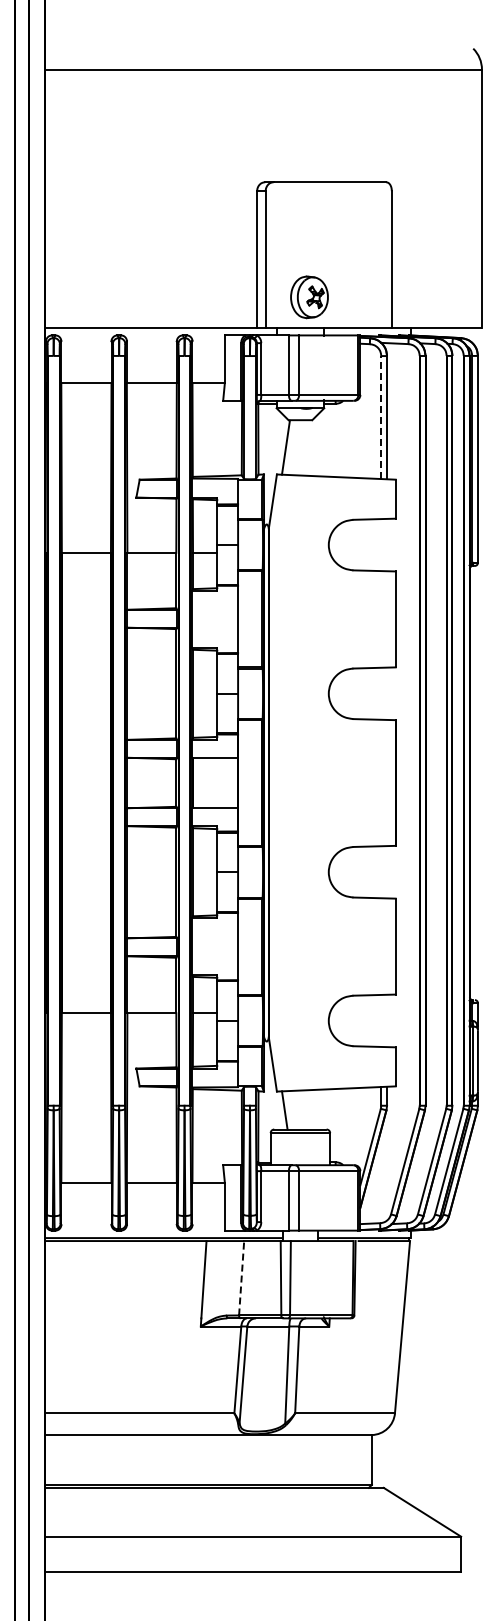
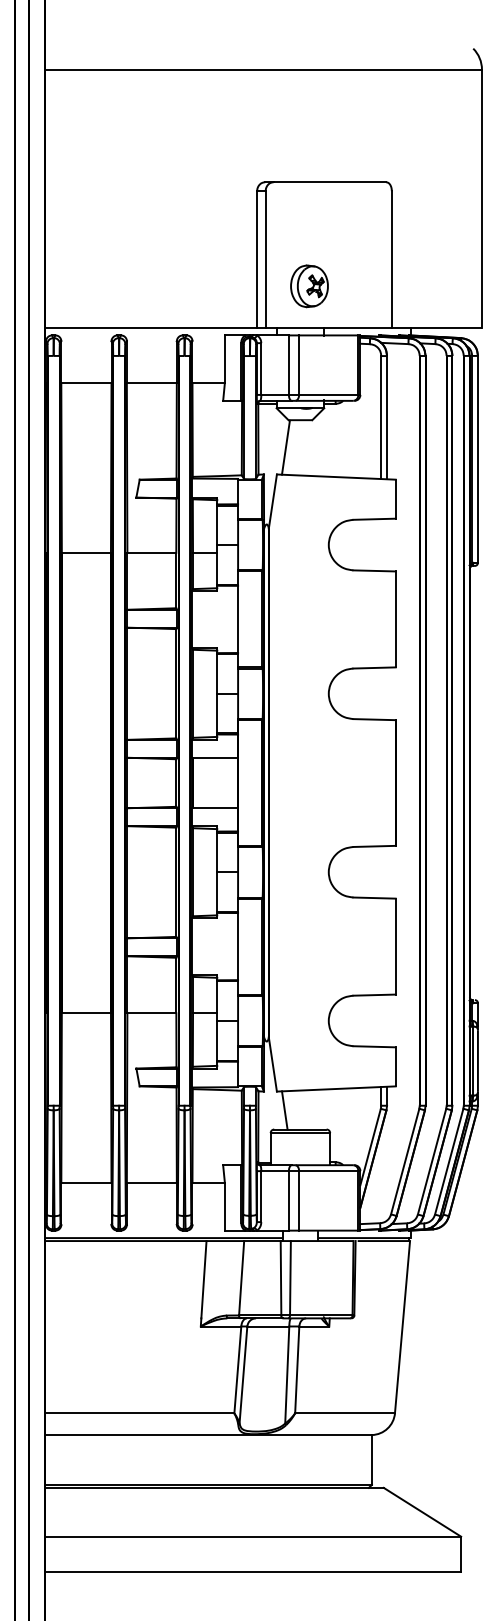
part at (309, 297) position: (309, 297) -> (309, 286)
line at (381, 417): dashed -> solid
line at (241, 1277): dashed -> solid
